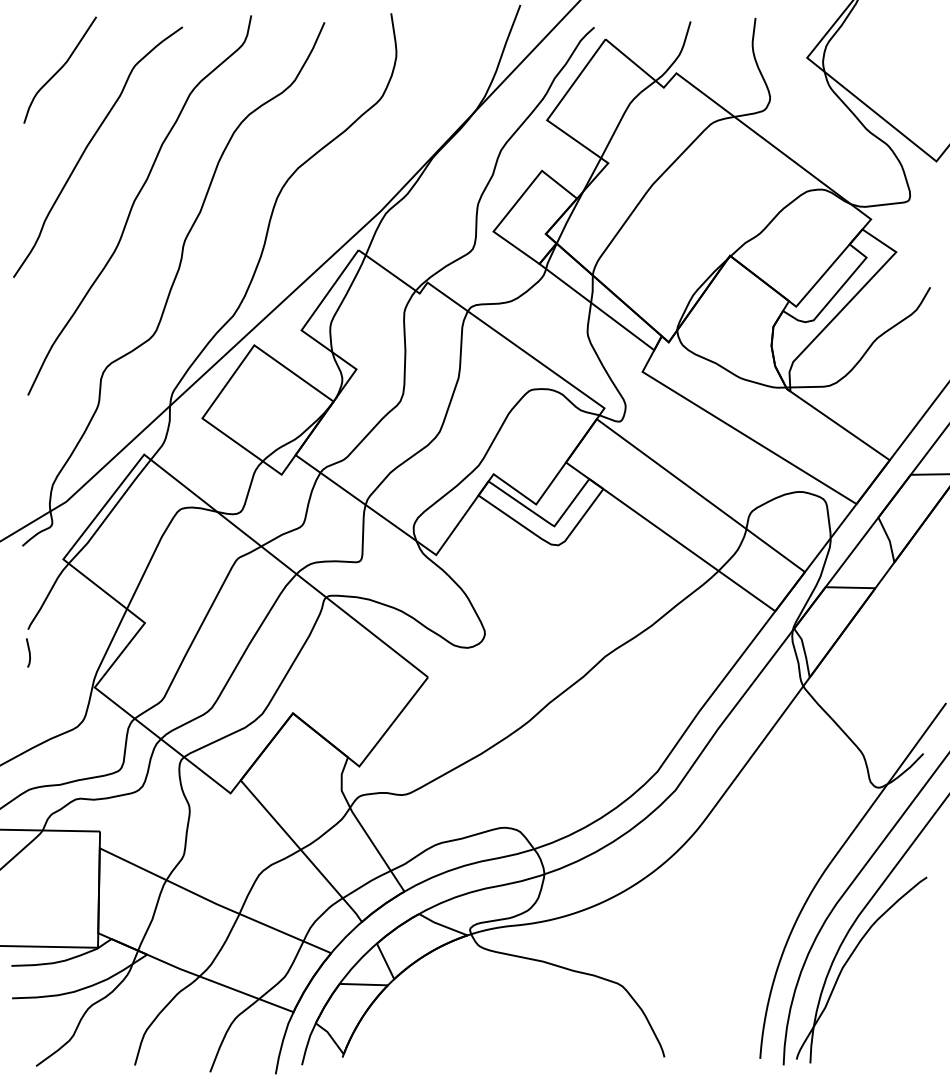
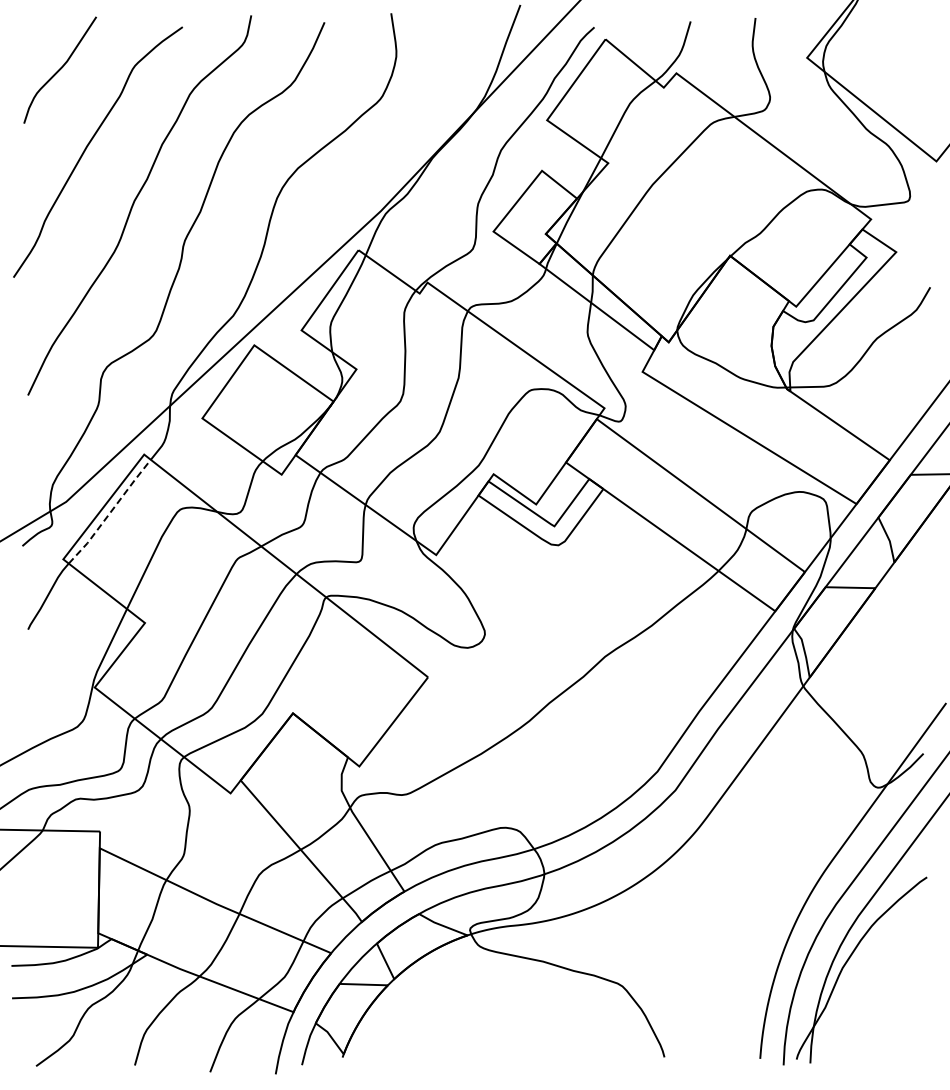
line at (110, 512): solid -> dashed
line at (28, 652): present -> none
